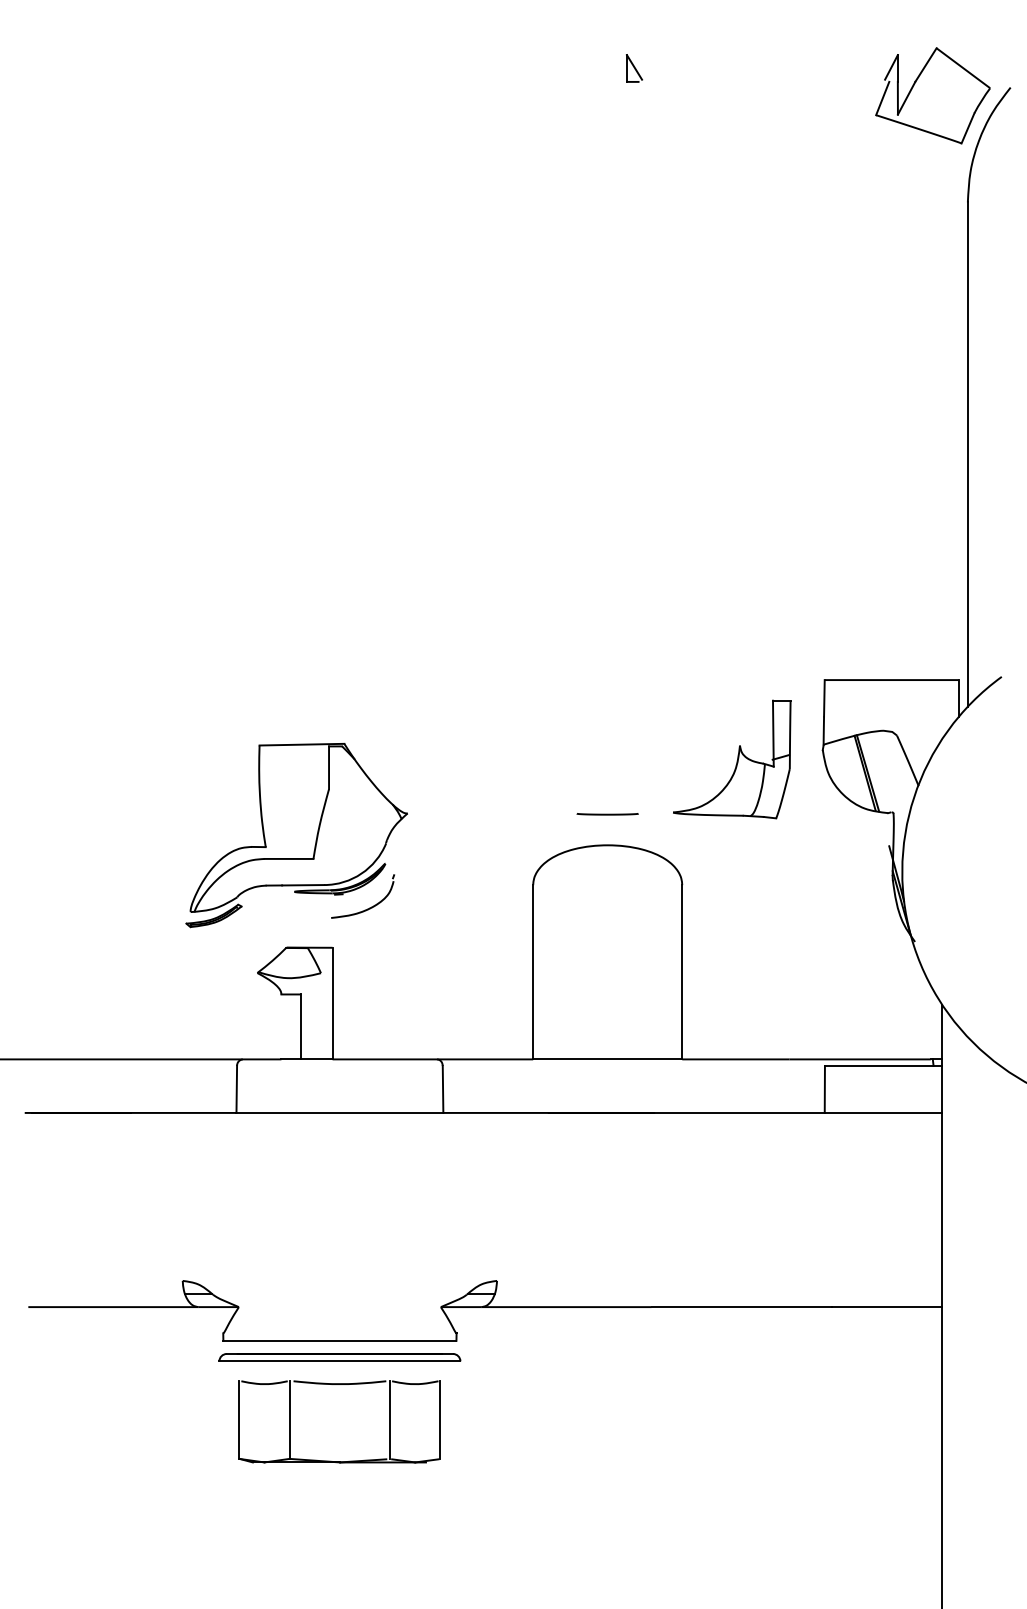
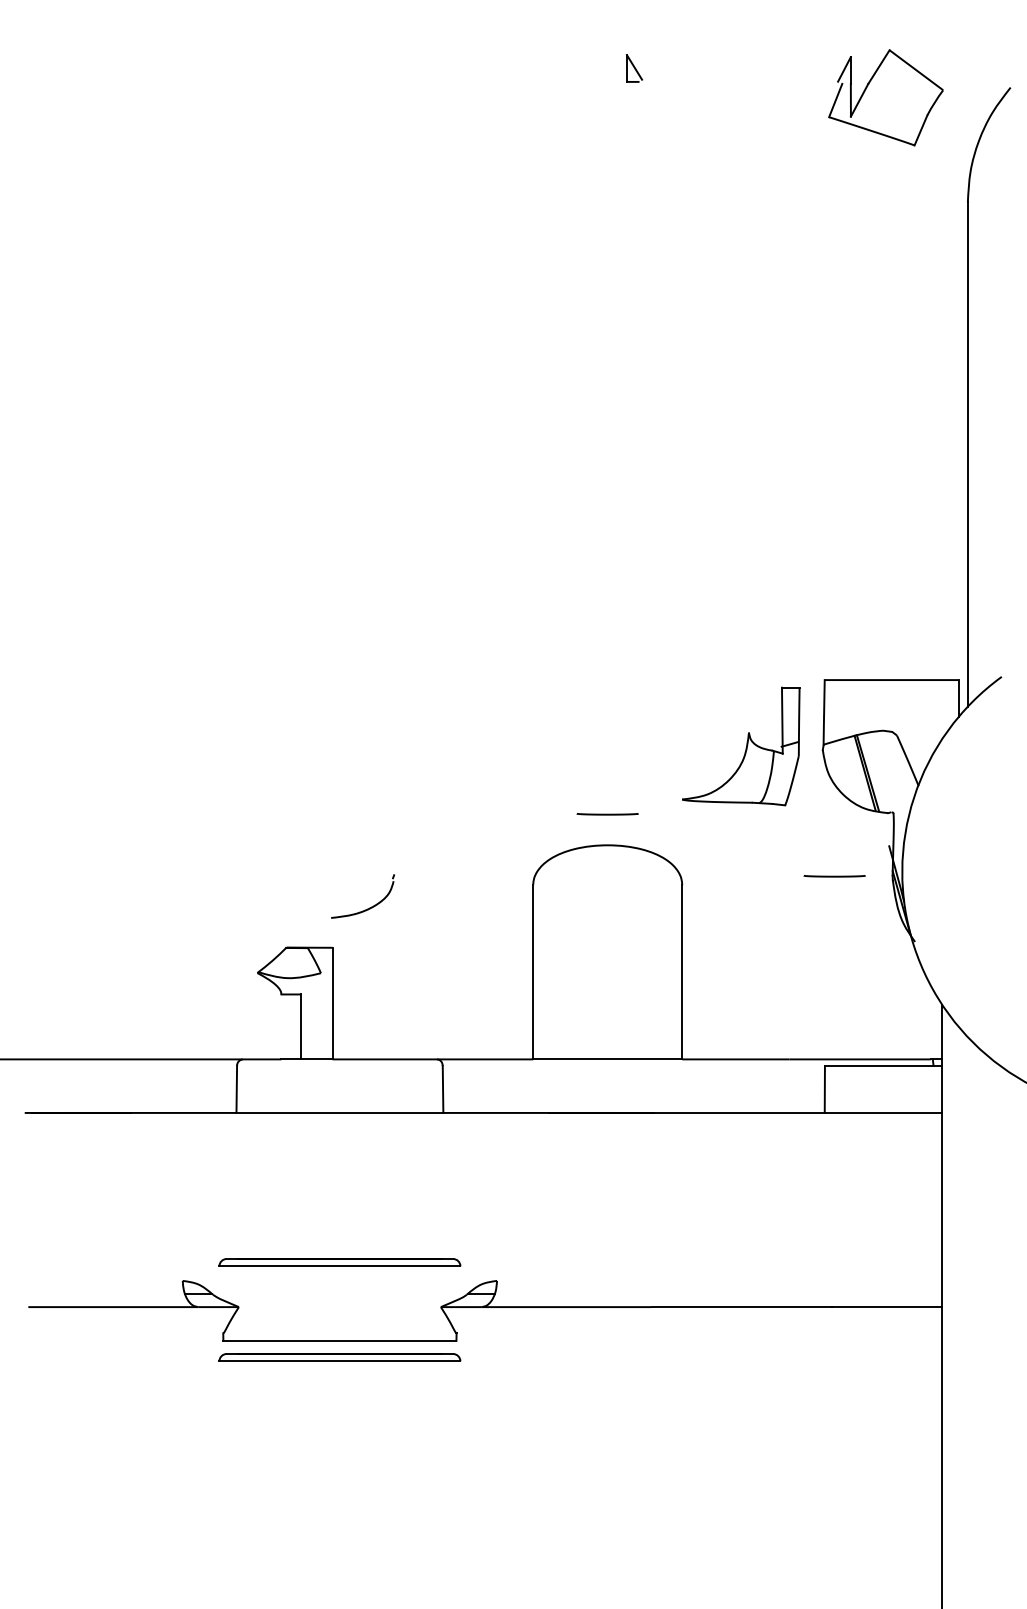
part at (914, 85) position: (914, 85) -> (867, 87)
part at (732, 759) position: (732, 759) -> (741, 746)
part at (296, 835): present -> none
line at (834, 876): none -> present
part at (339, 1262): none -> present
part at (339, 1384): present -> none
